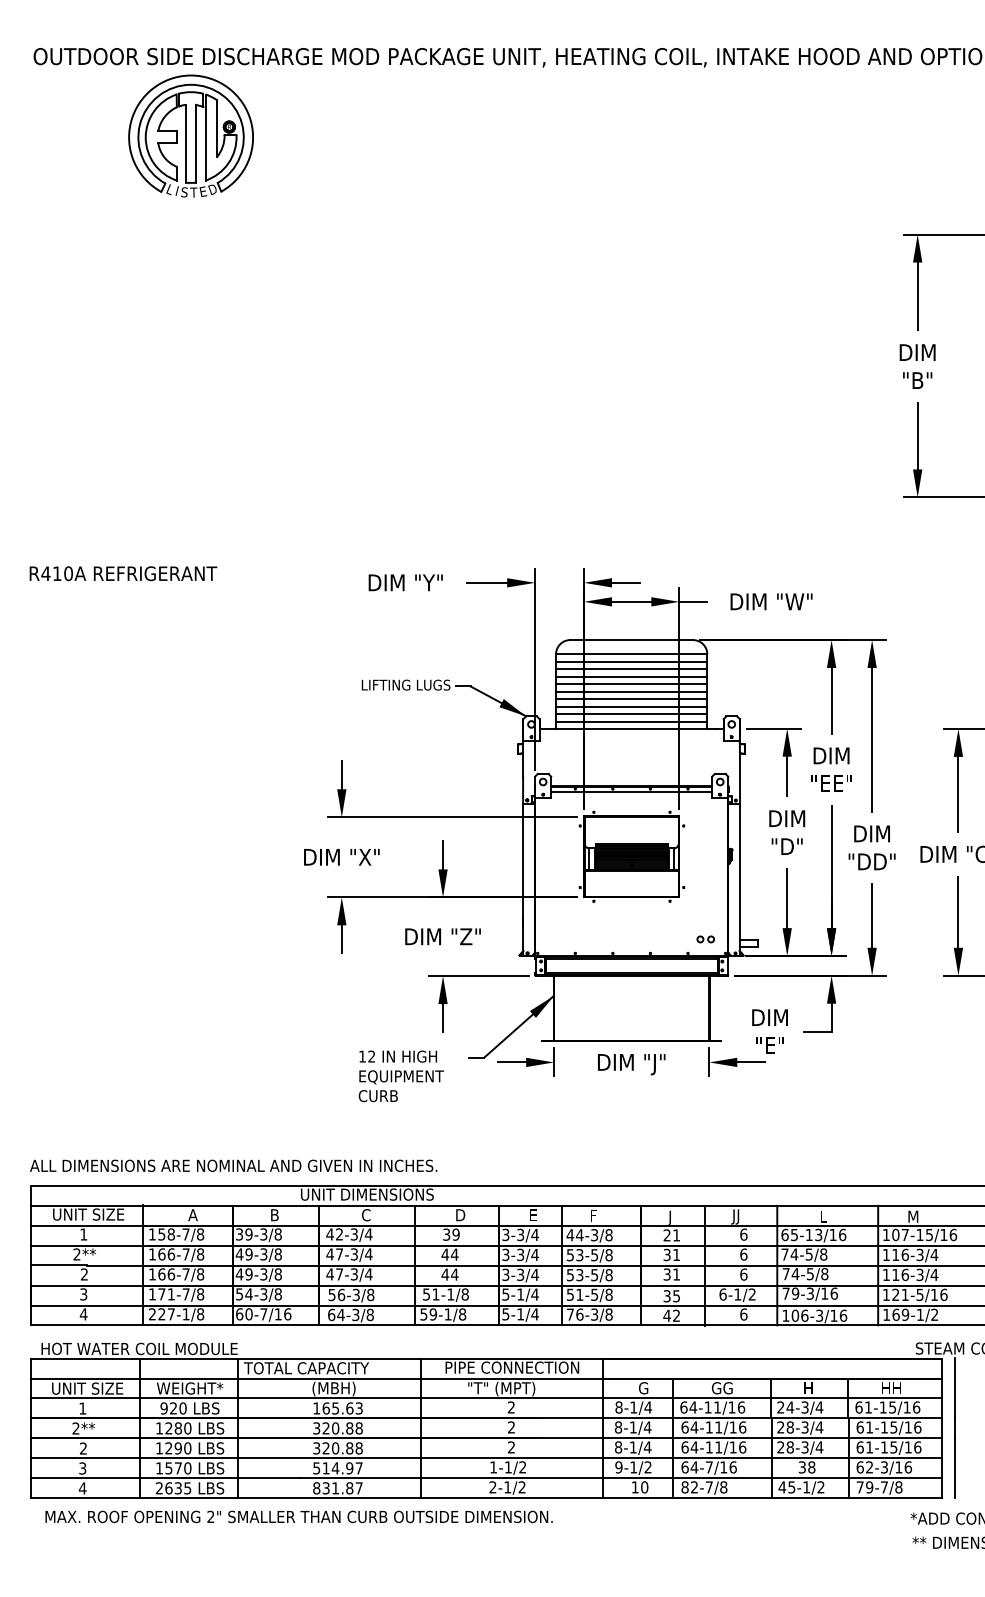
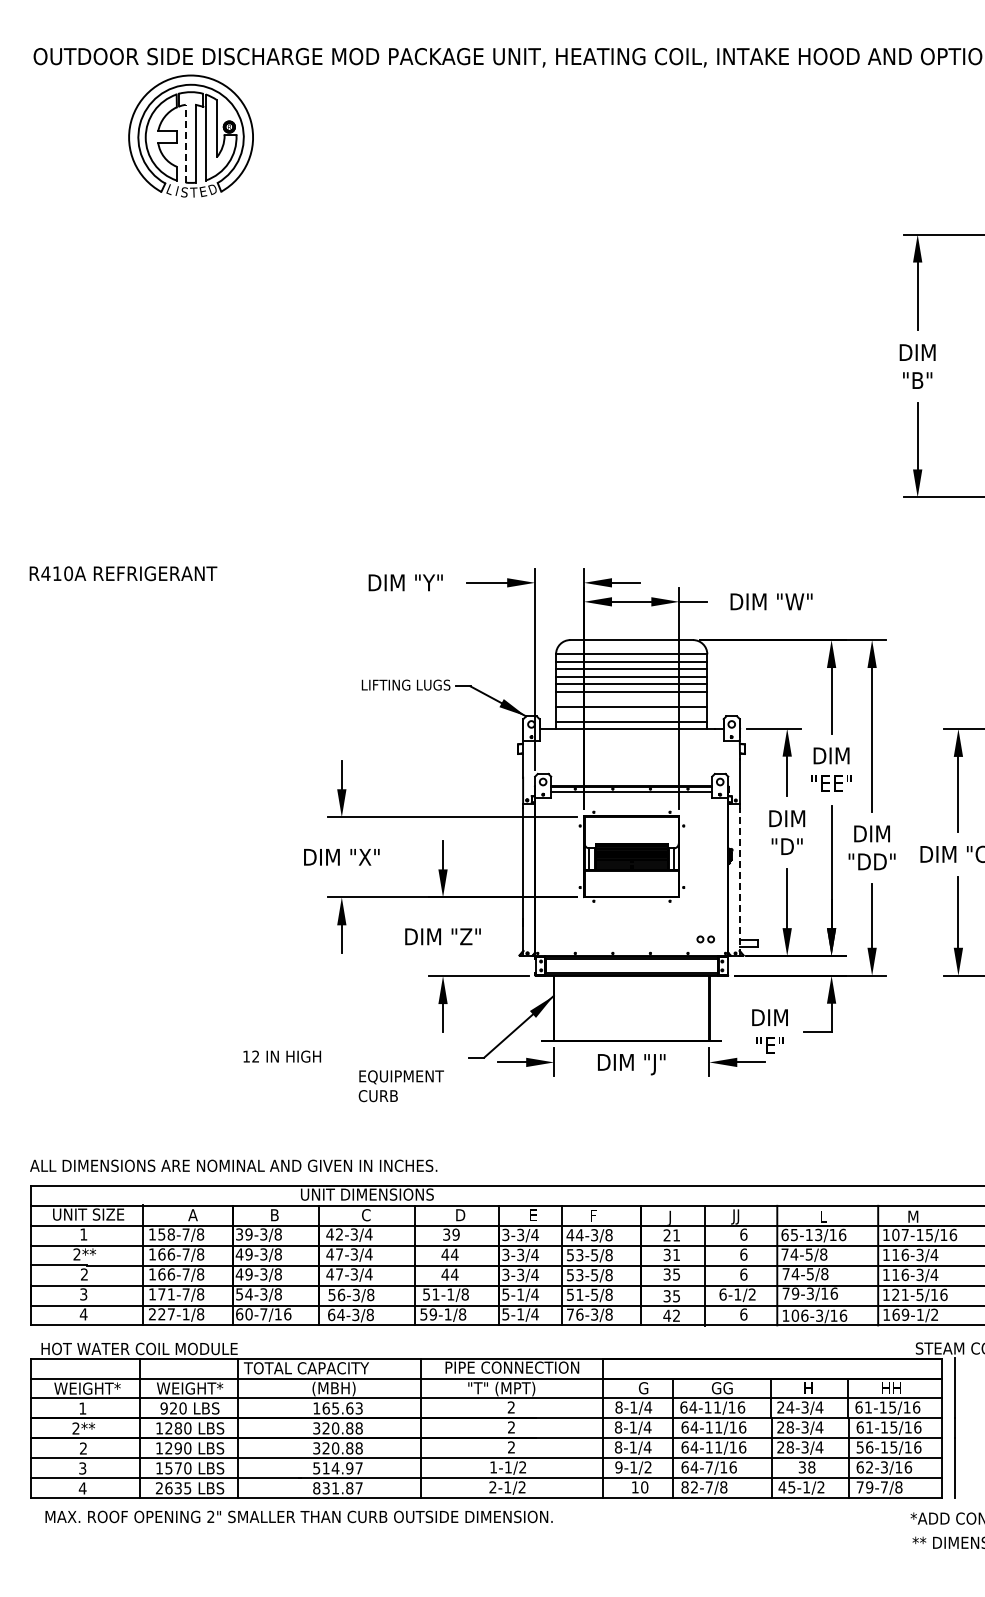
line at (185, 143): solid -> dashed
line at (631, 699): present -> none
line at (631, 714): present -> none
line at (739, 881): solid -> dashed
text at (397, 1056) position: (397, 1056) -> (281, 1056)
text at (676, 1274): 31 -> 35
text at (87, 1388): UNIT SIZE -> WEIGHT*
text at (864, 1447): 61-15/16 -> 56-15/16
